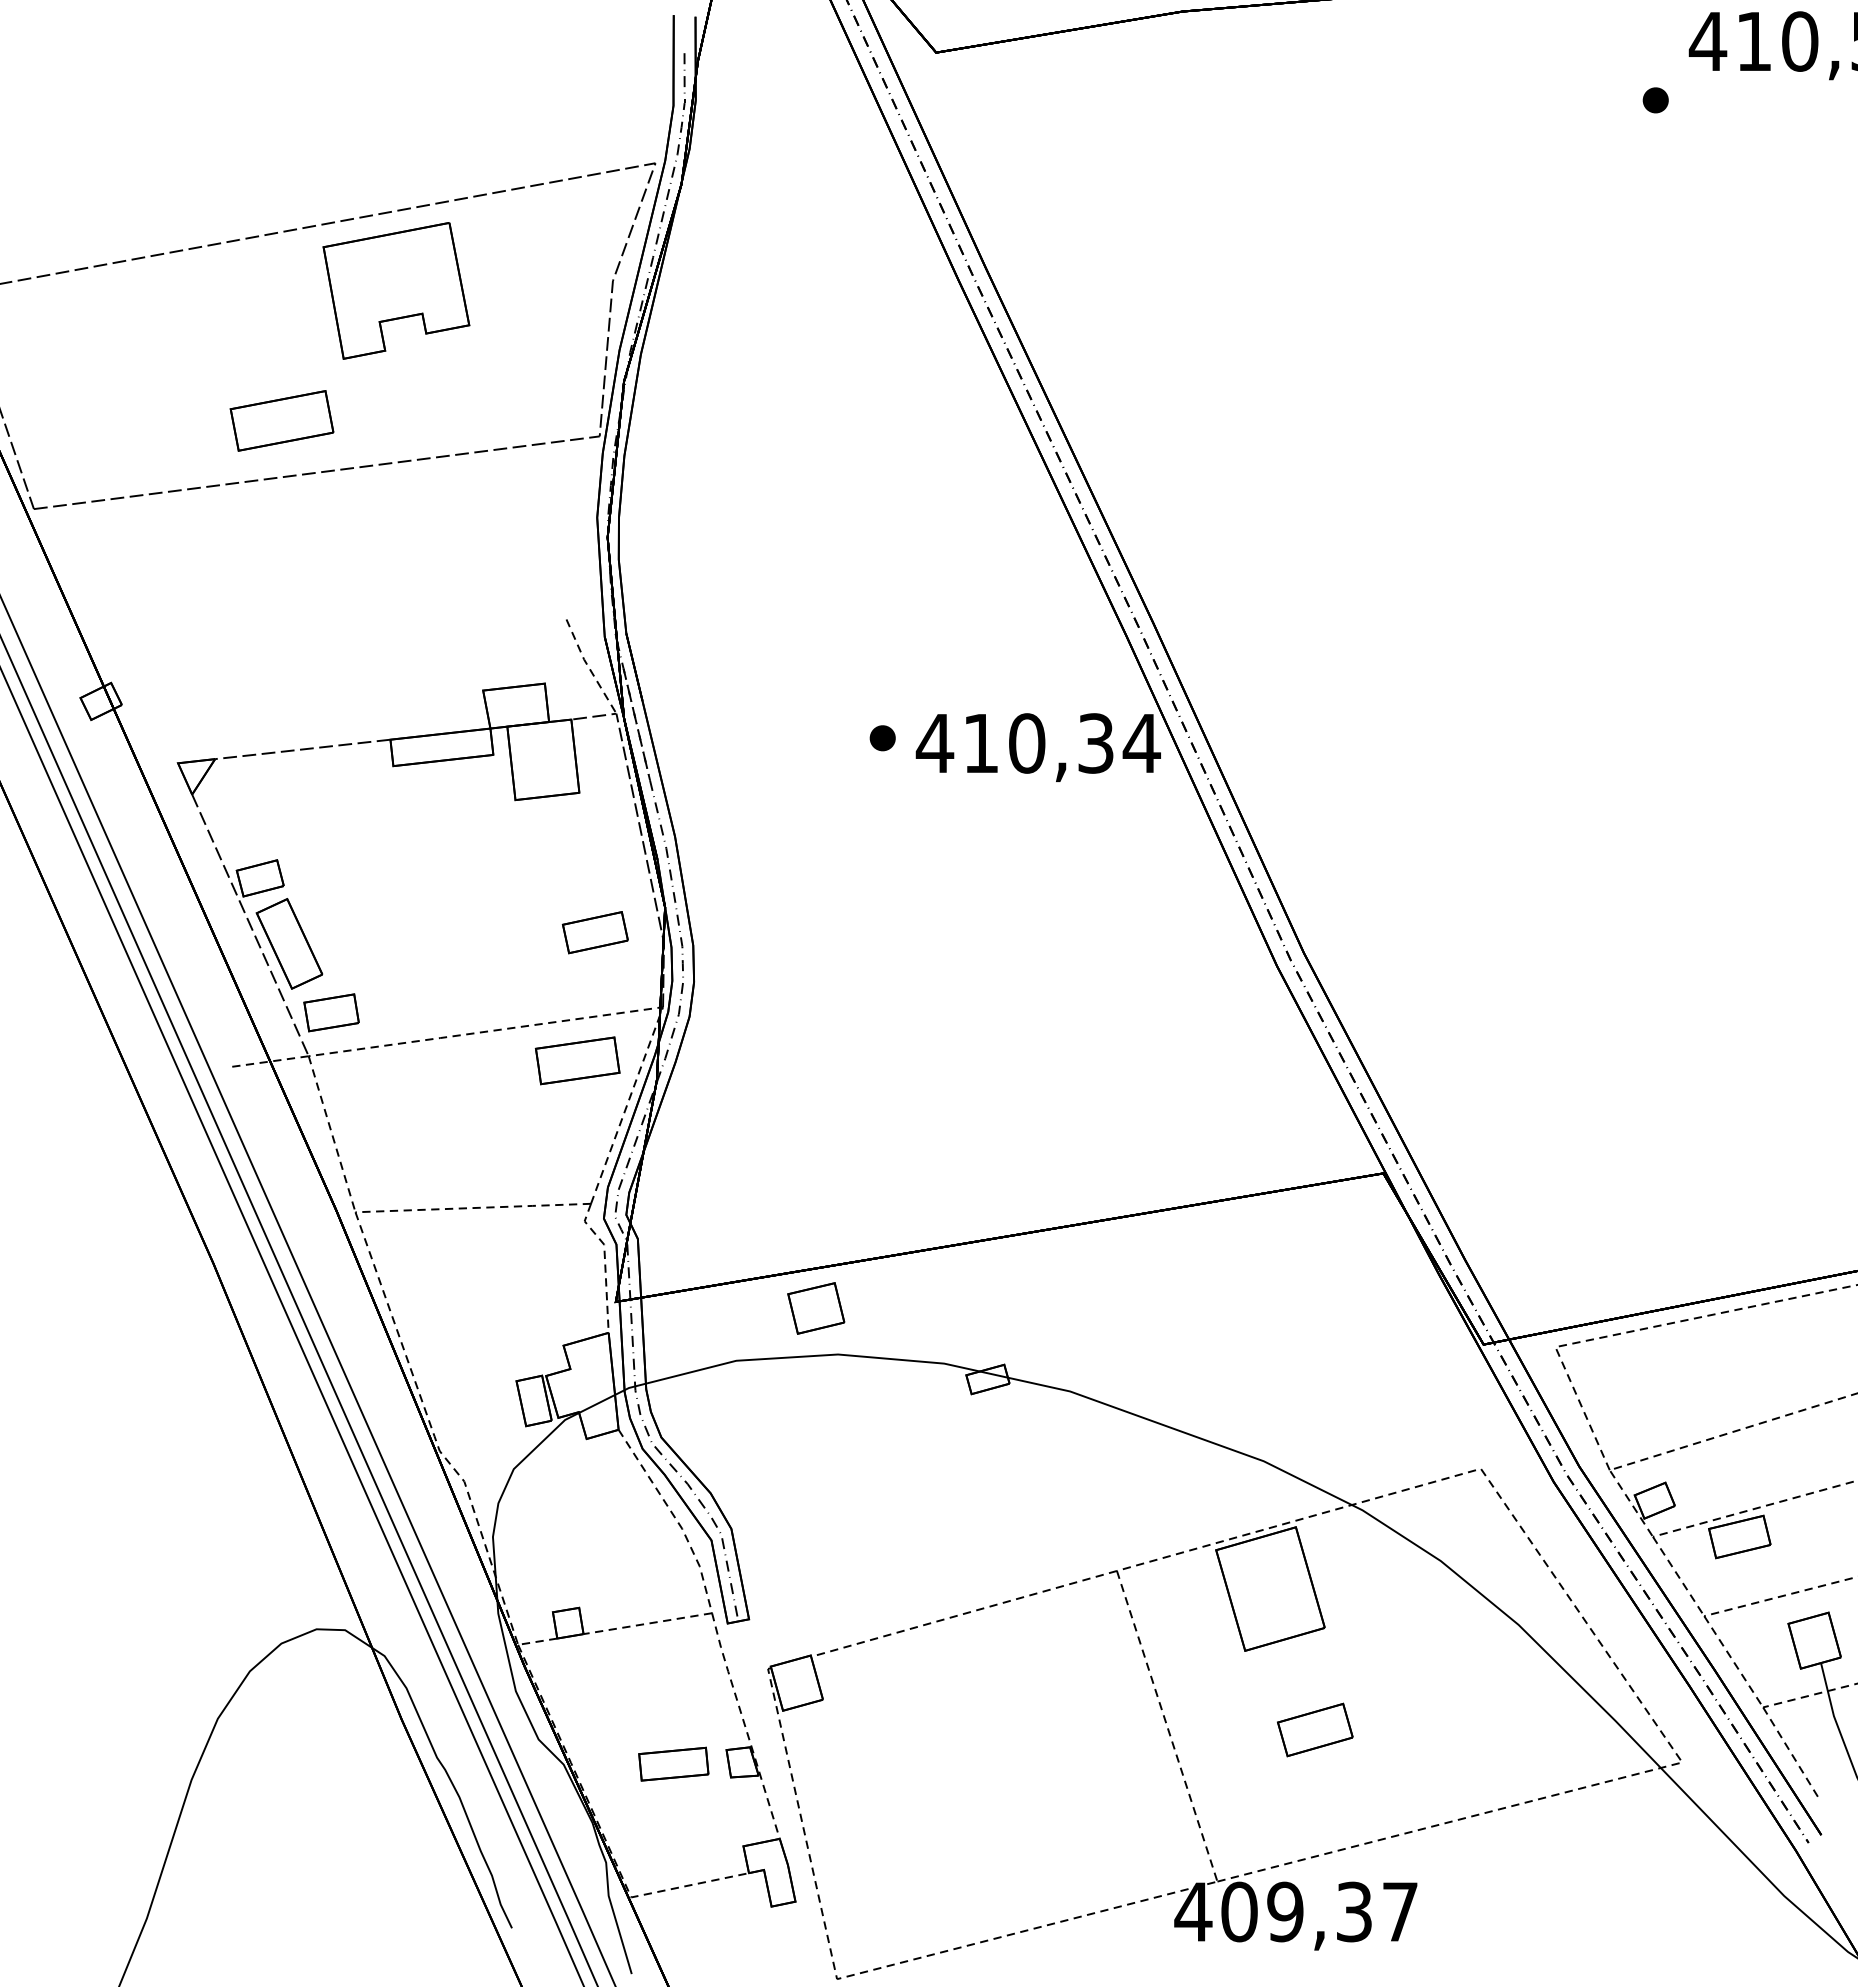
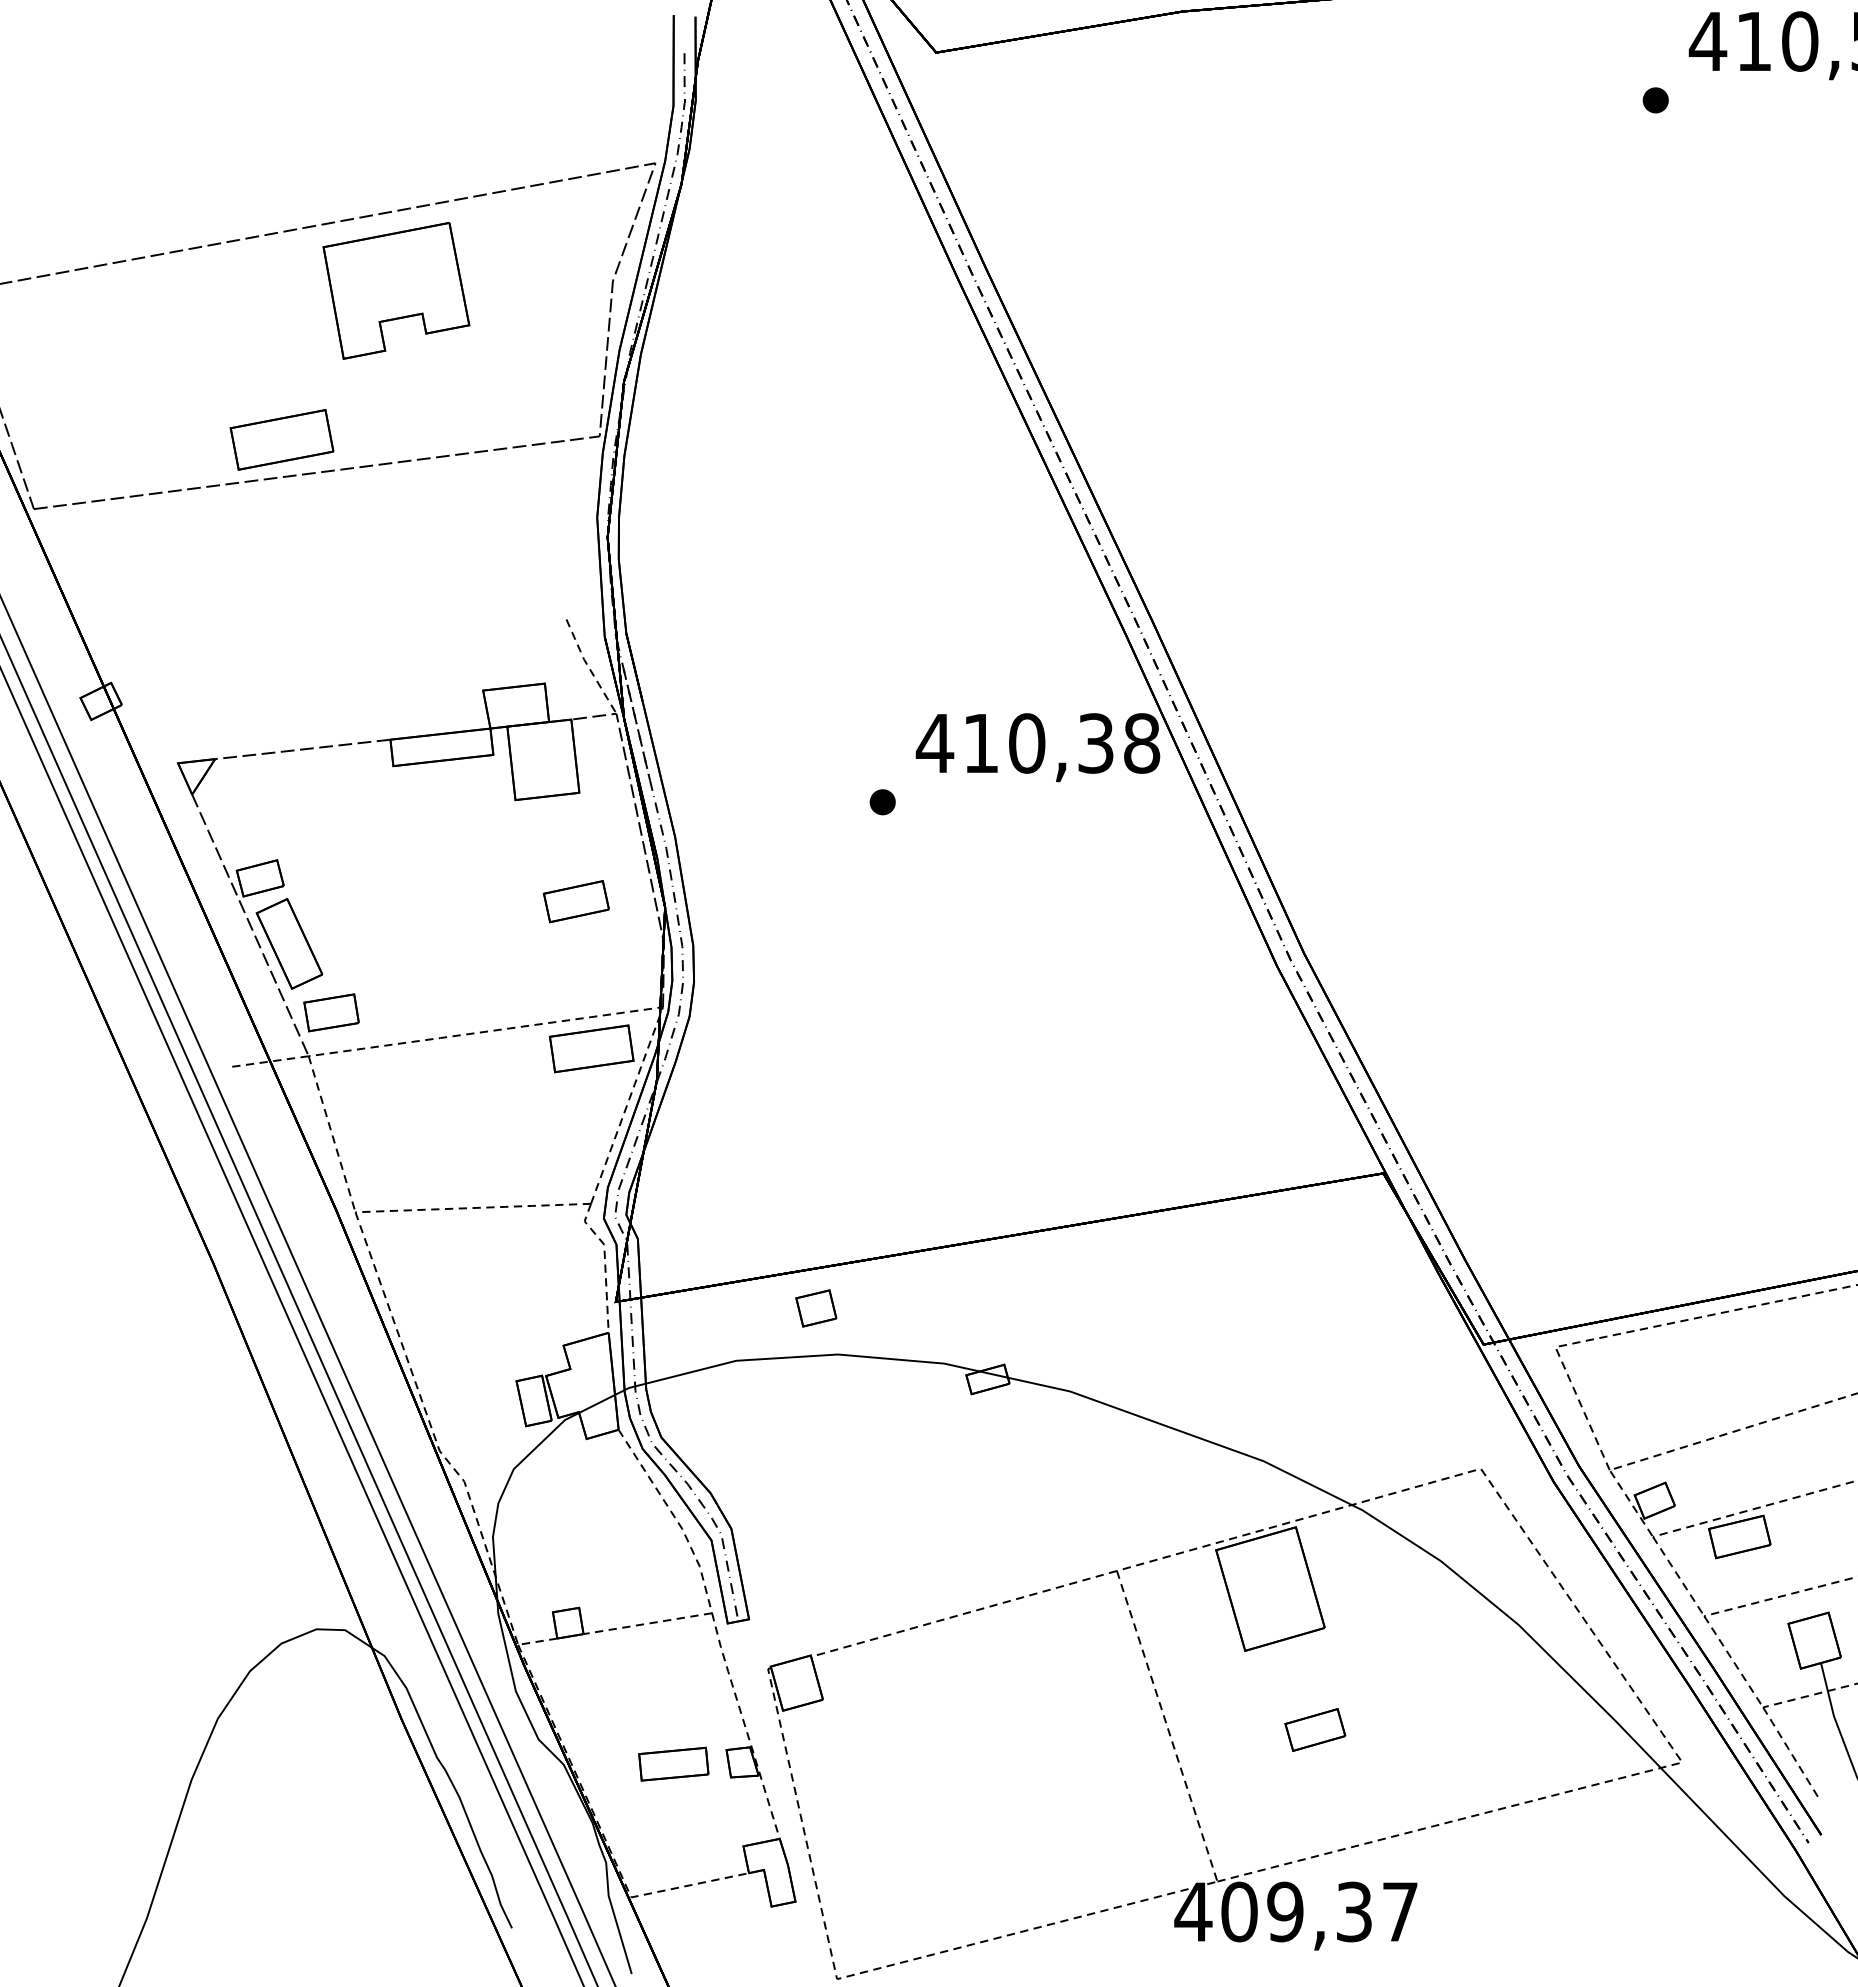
part at (281, 420) position: (281, 420) -> (281, 439)
part at (882, 738) position: (882, 738) -> (882, 802)
text at (1141, 743): 410,34 -> 410,38
part at (594, 932) position: (594, 932) -> (575, 901)
part at (577, 1060) position: (577, 1060) -> (591, 1048)
part at (816, 1308) size: 59x53 px -> 43x39 px
part at (1315, 1729) size: 77x56 px -> 63x44 px
